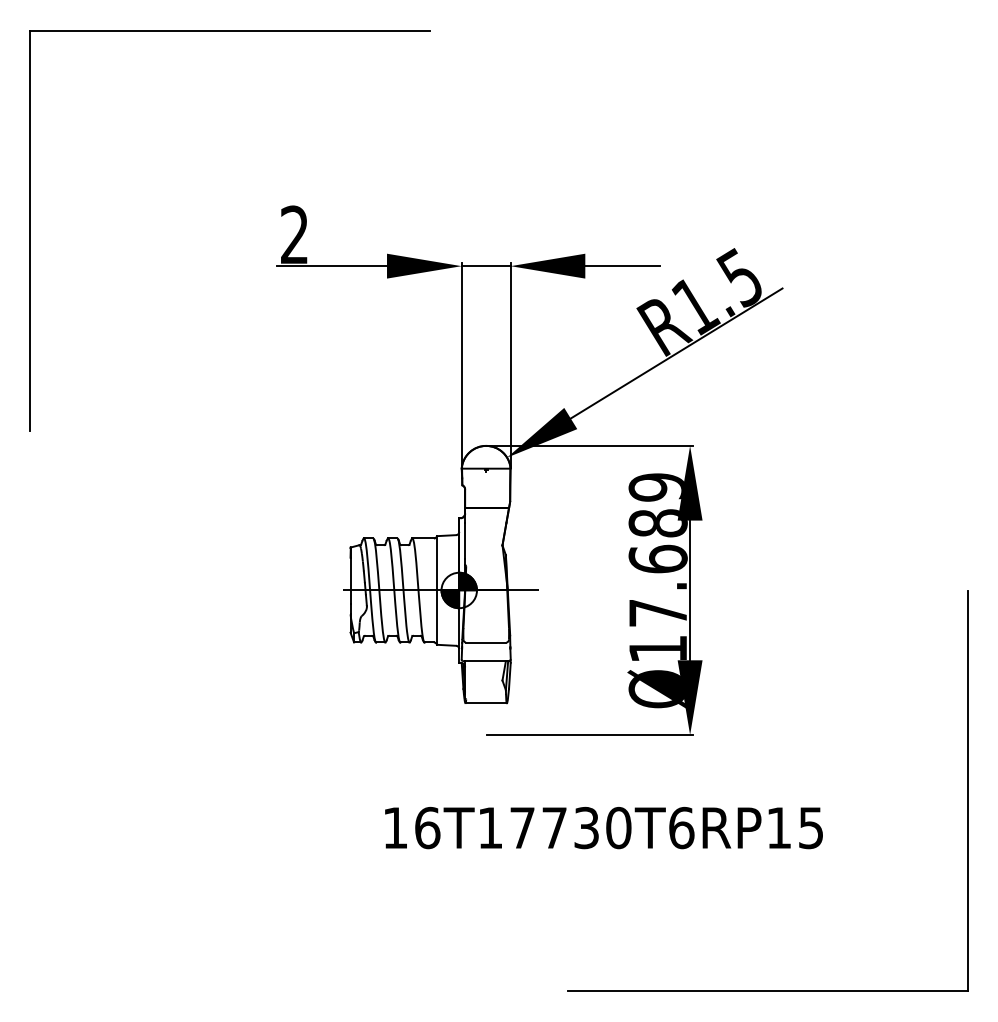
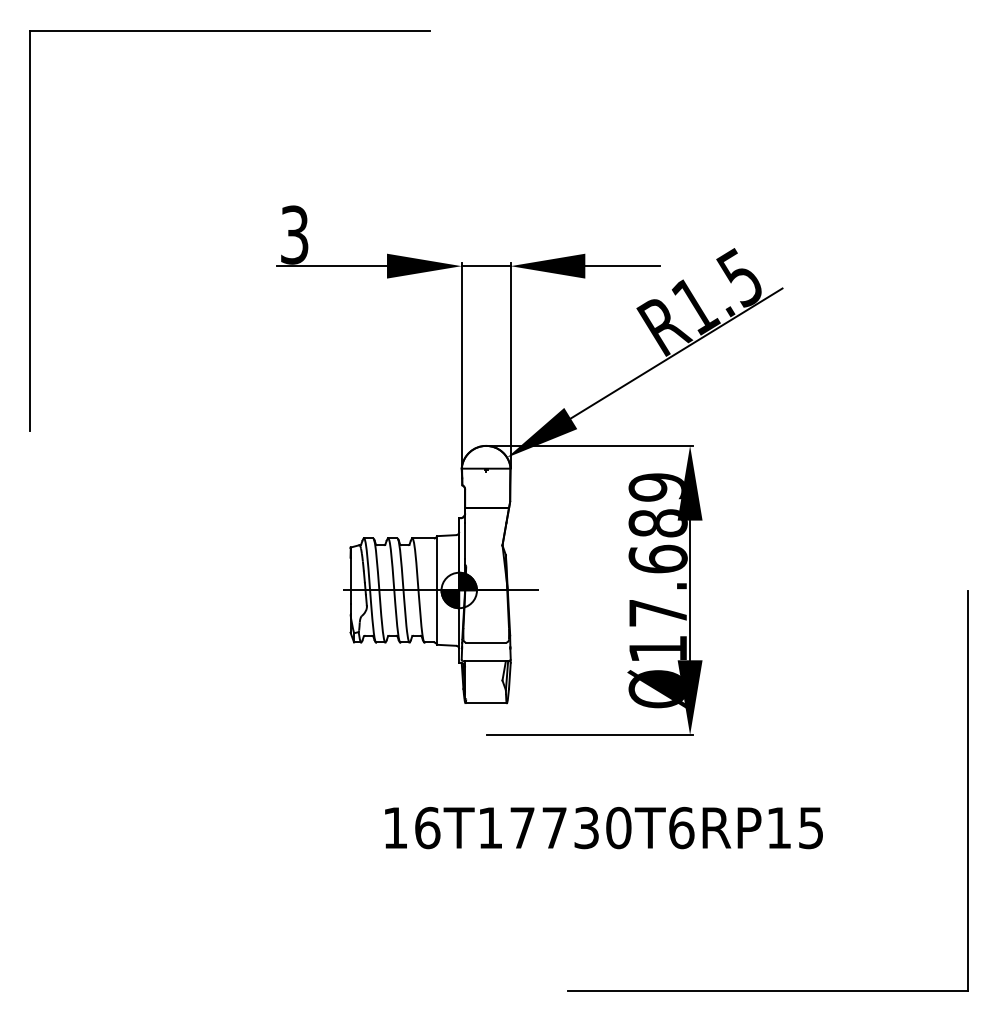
text at (294, 234): 2 -> 3
